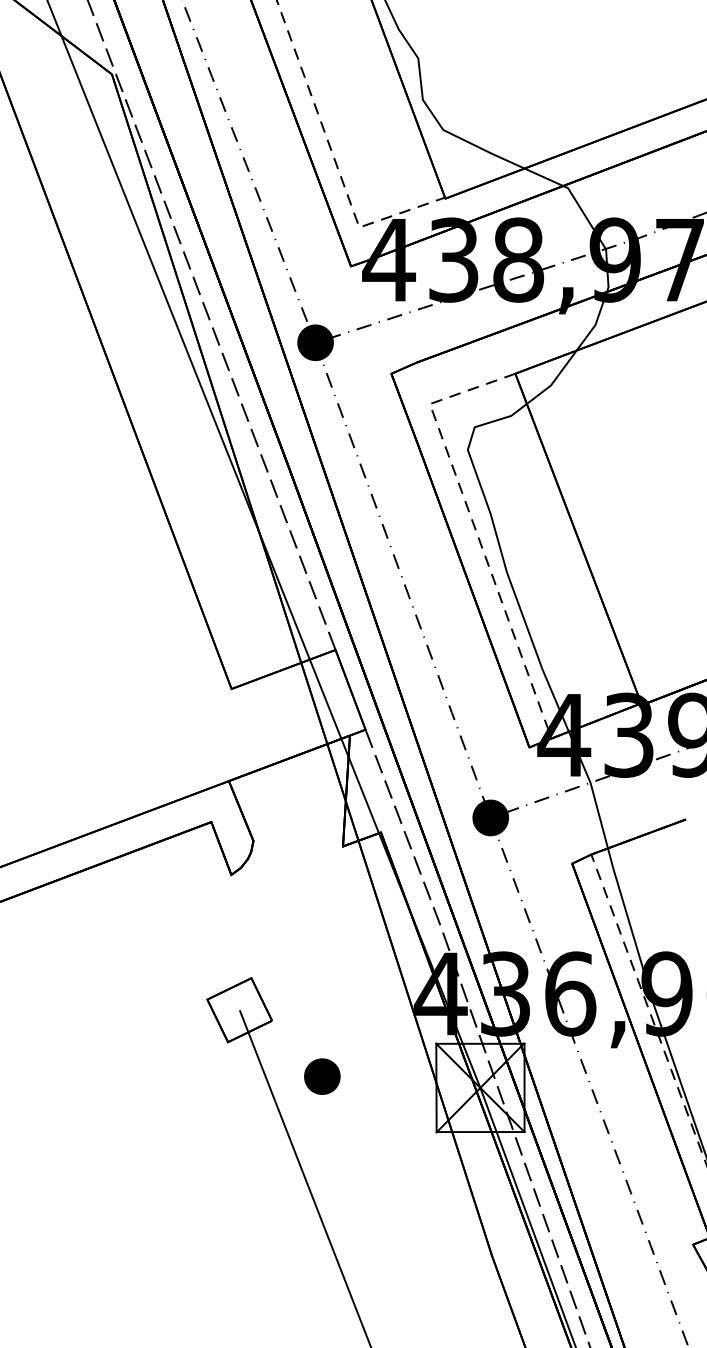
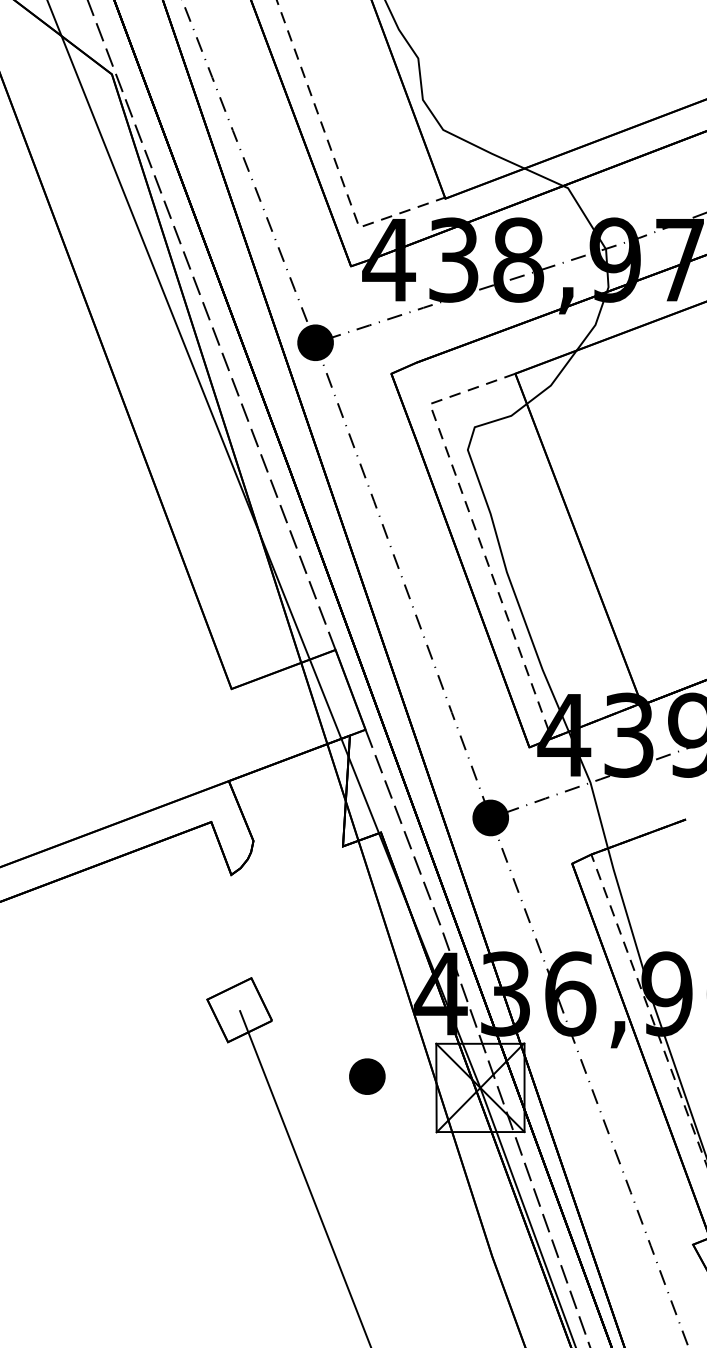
part at (322, 1076) position: (322, 1076) -> (367, 1076)
